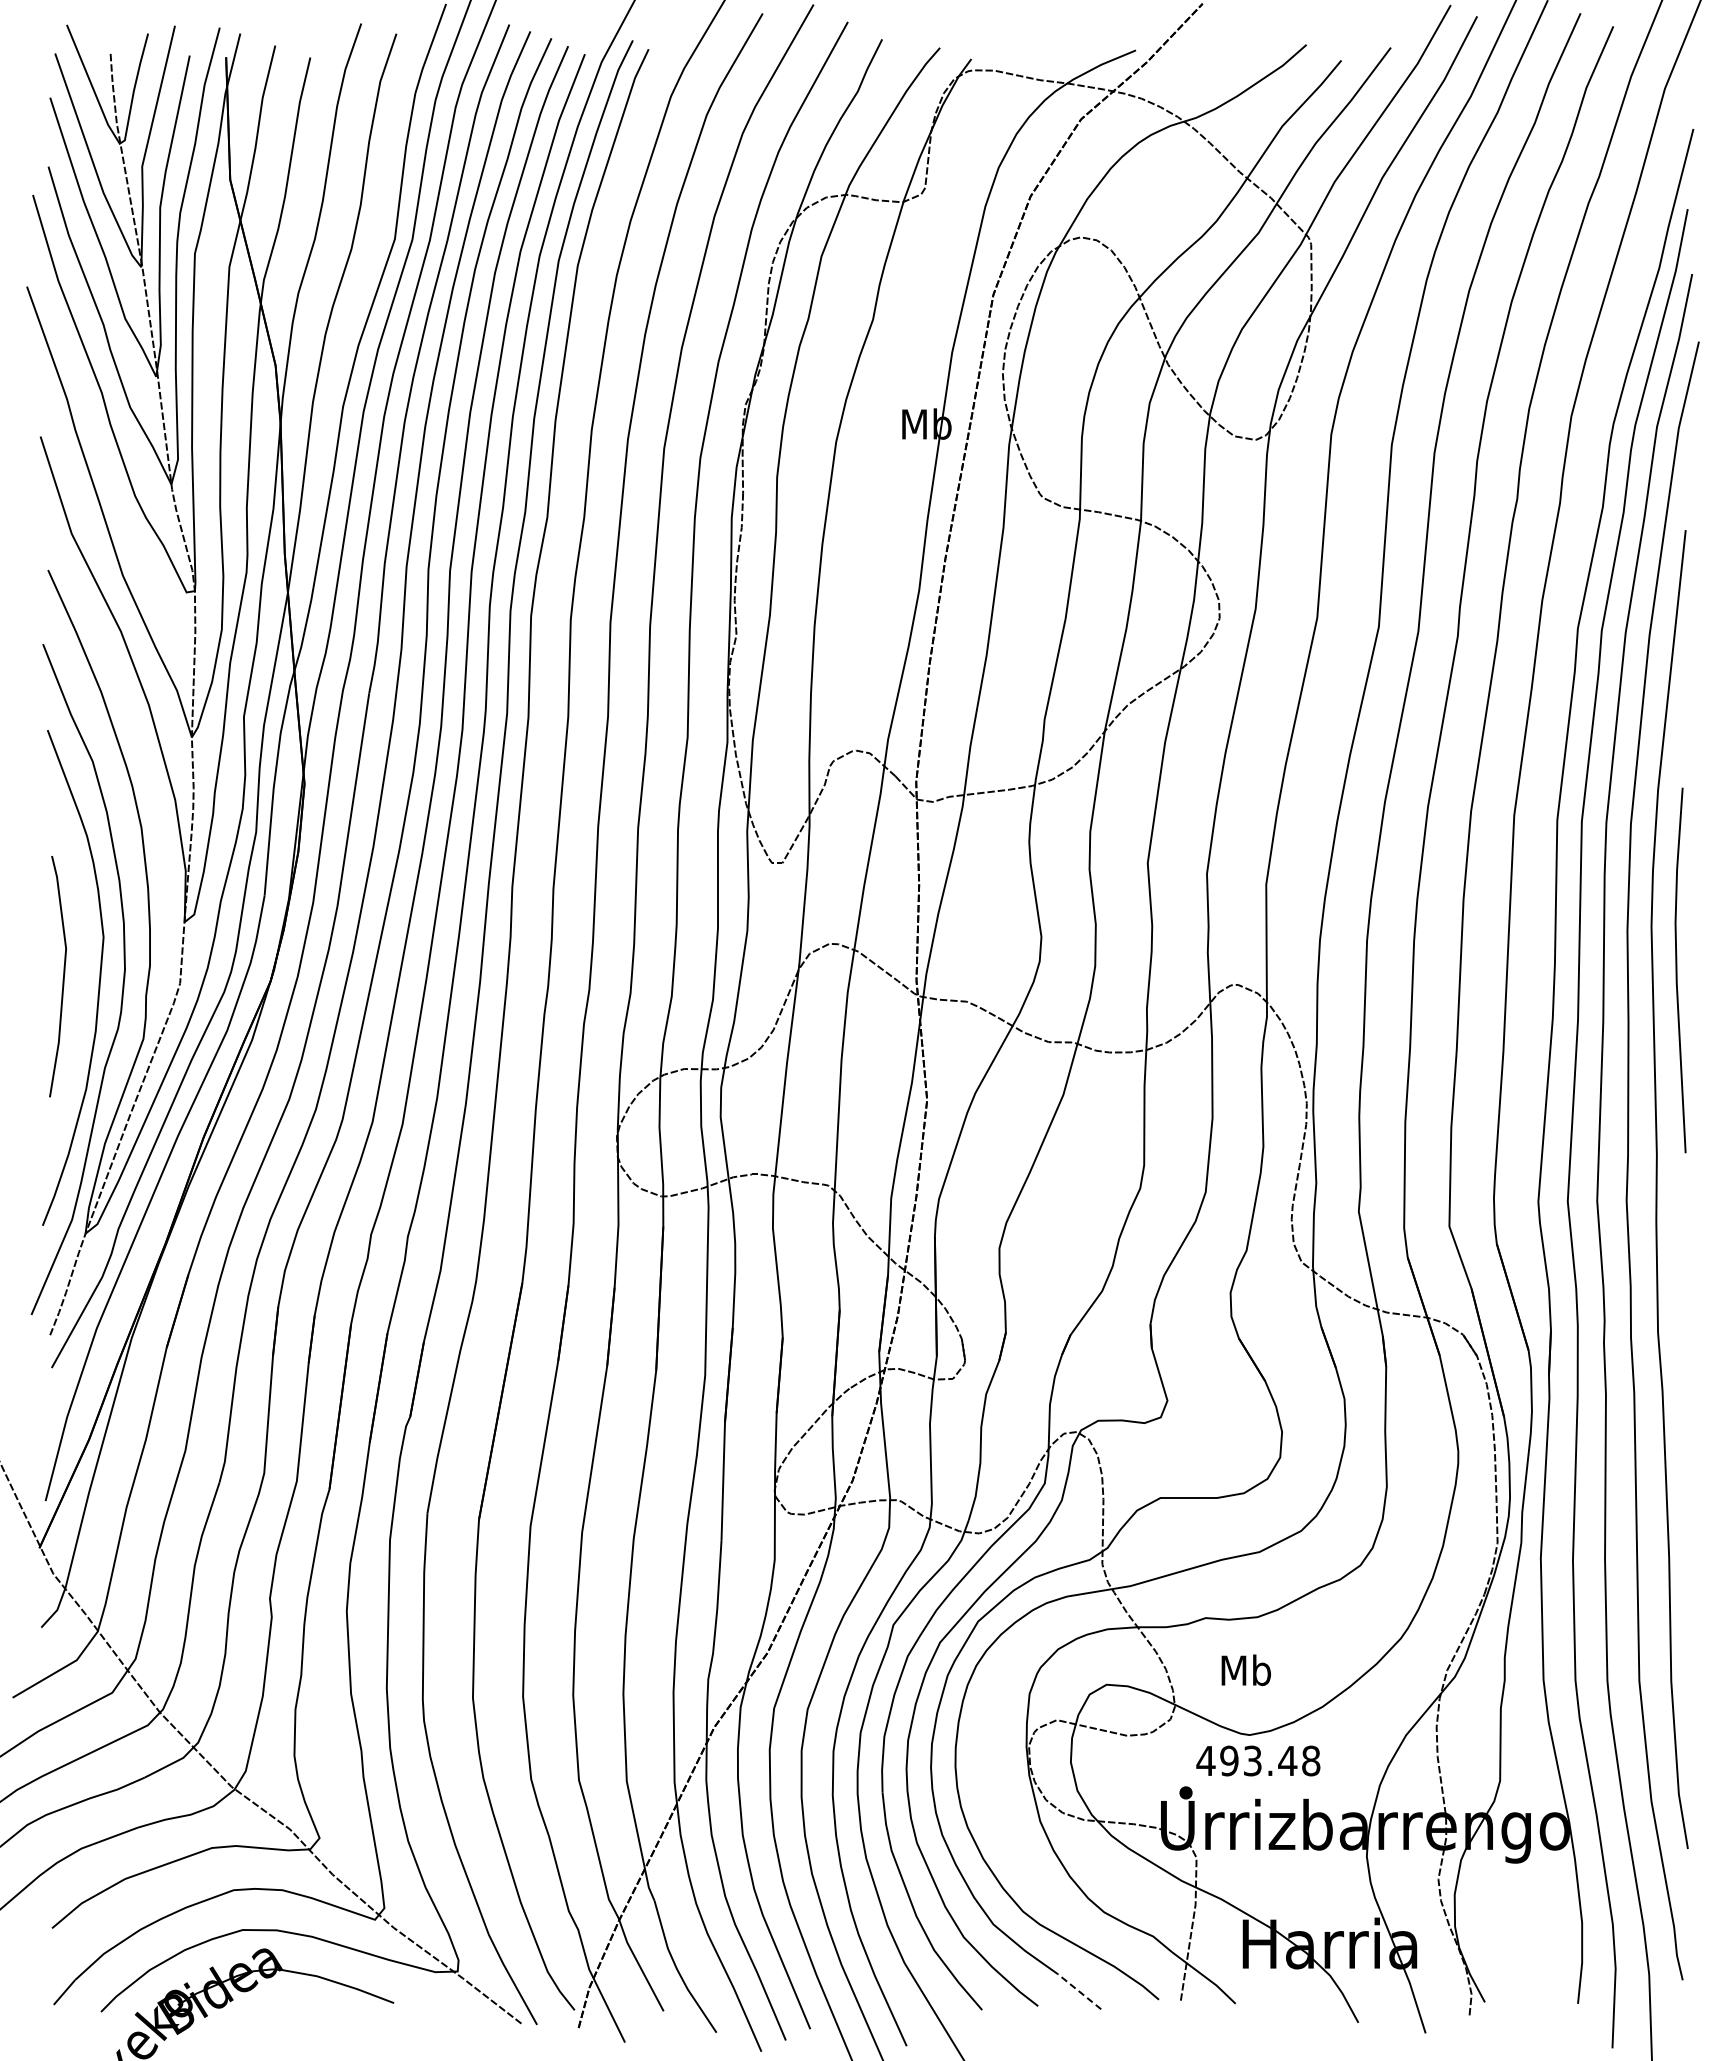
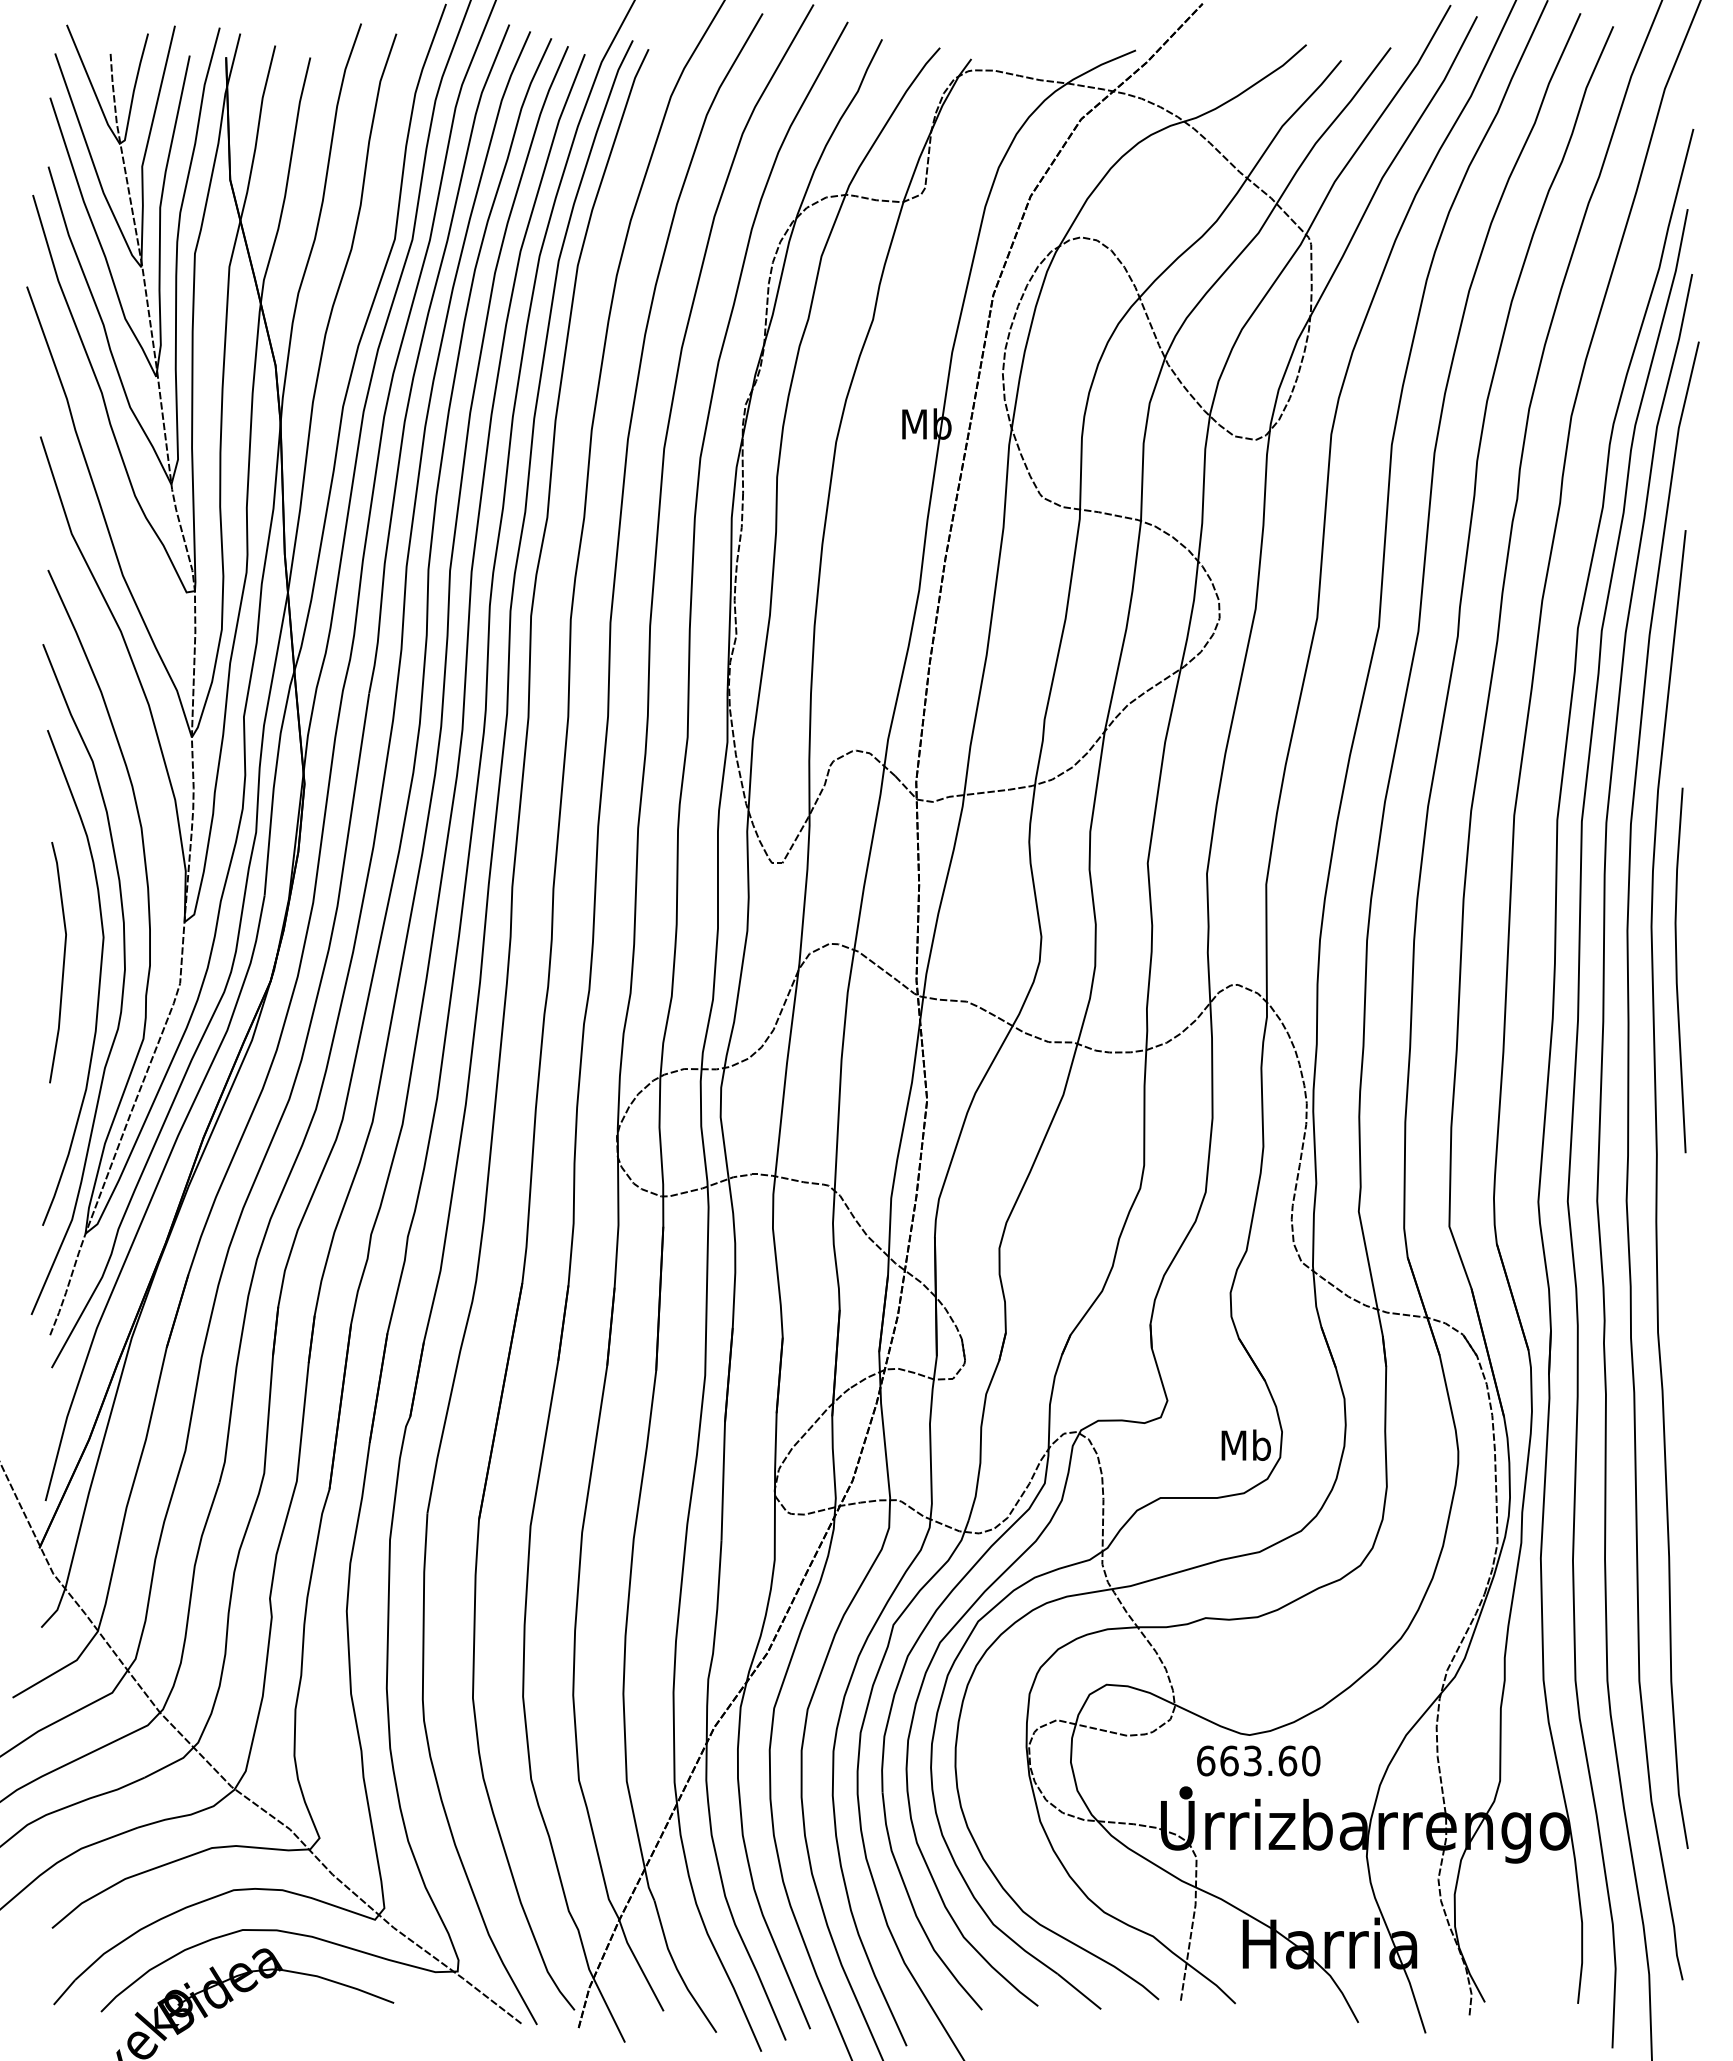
line at (62, 978) position: (62, 978) -> (62, 964)
text at (1245, 1669) position: (1245, 1669) -> (1245, 1444)
text at (1258, 1760): 493.48 -> 663.60
line at (1079, 1991): dashed -> solid
